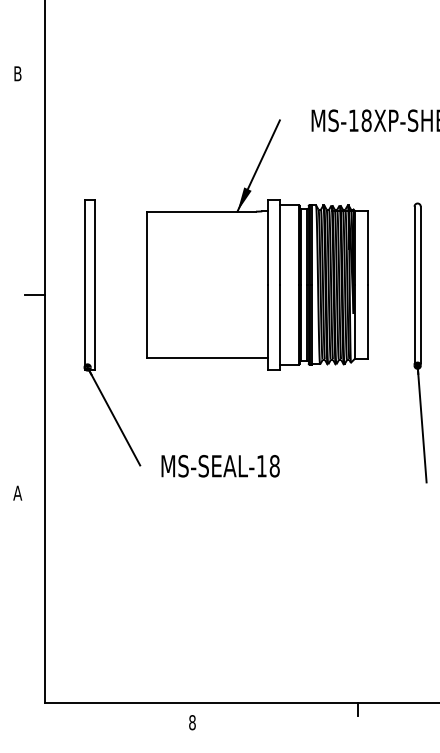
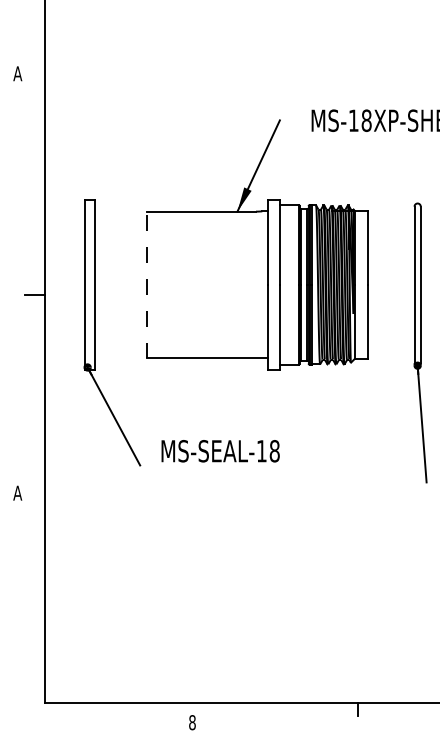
text at (17, 73): B -> A
line at (147, 284): solid -> dashed
text at (220, 466) position: (220, 466) -> (220, 451)
